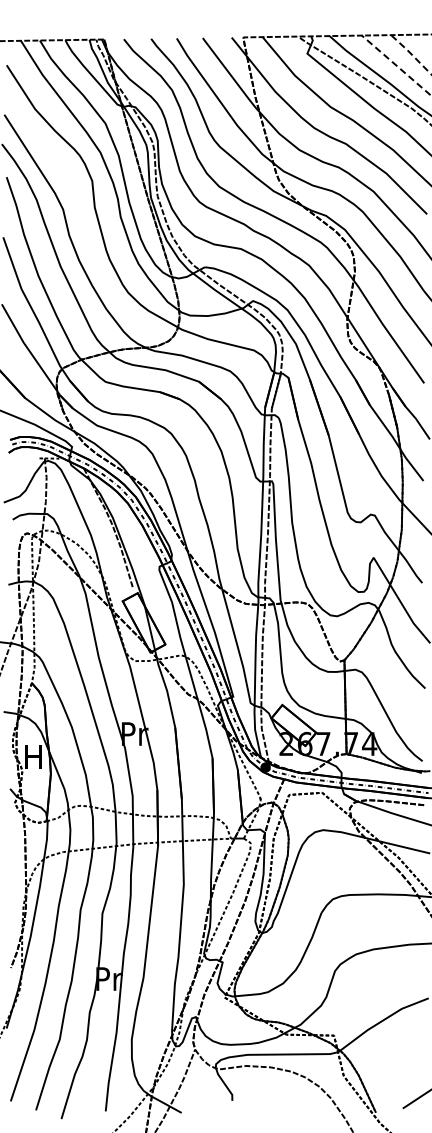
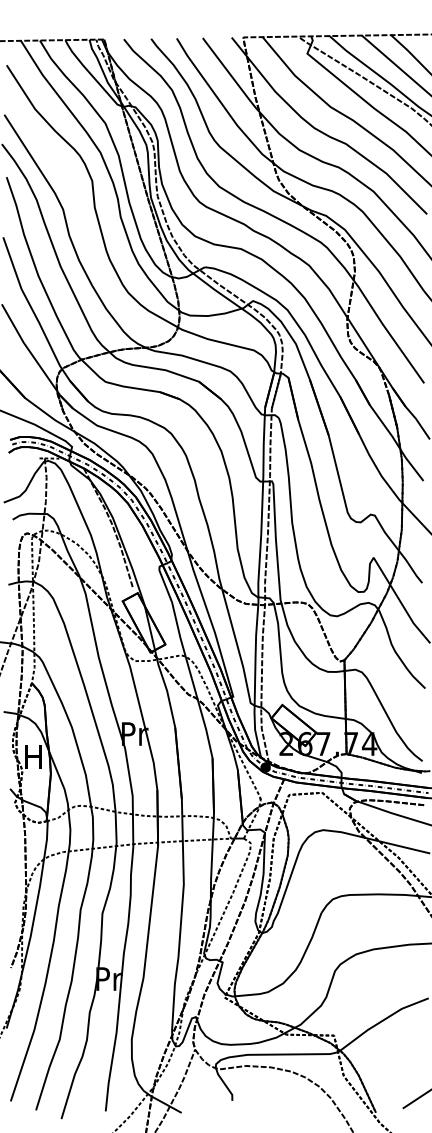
line at (410, 53): dashed -> solid
line at (396, 65): dashed -> solid
